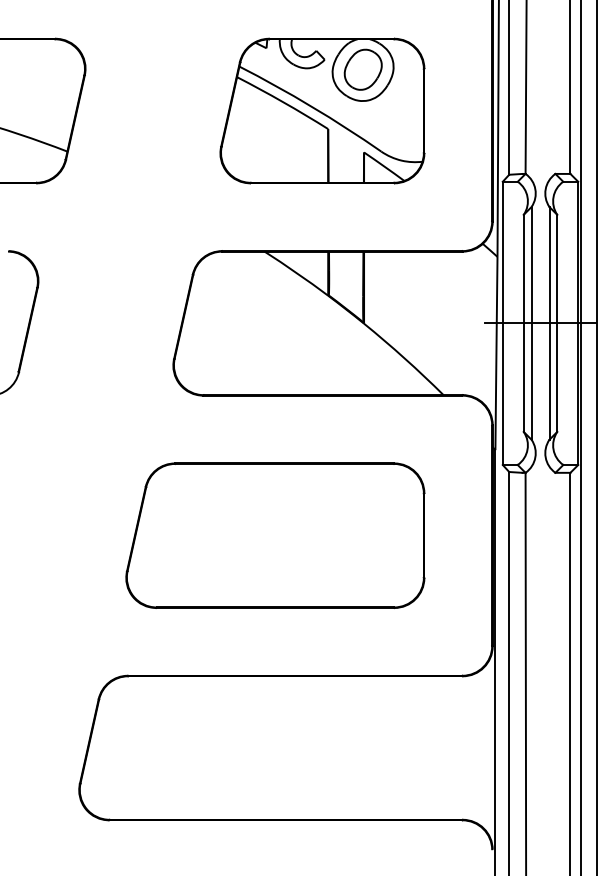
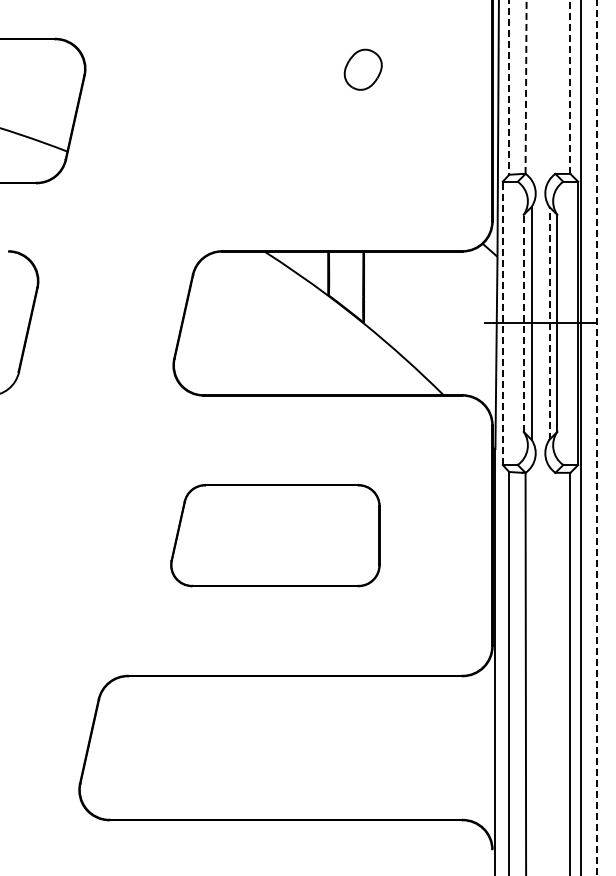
line at (509, 87): solid -> dashed
line at (526, 87): solid -> dashed
line at (570, 87): solid -> dashed
part at (322, 110): present -> none
line at (549, 322): solid -> dashed
line at (502, 323): solid -> dashed
line at (523, 323): solid -> dashed
line at (597, 438): solid -> dashed
part at (275, 535) size: 301x147 px -> 211x104 px
